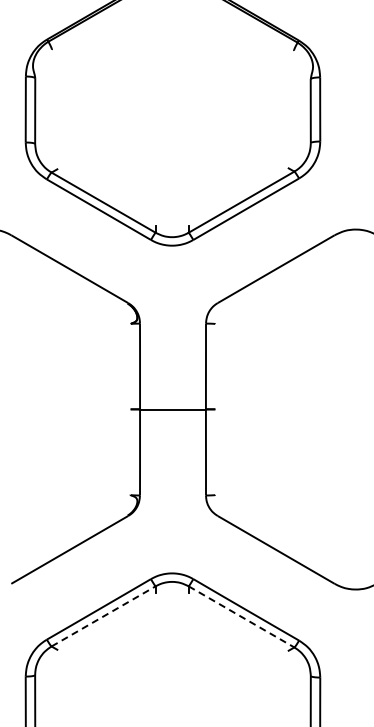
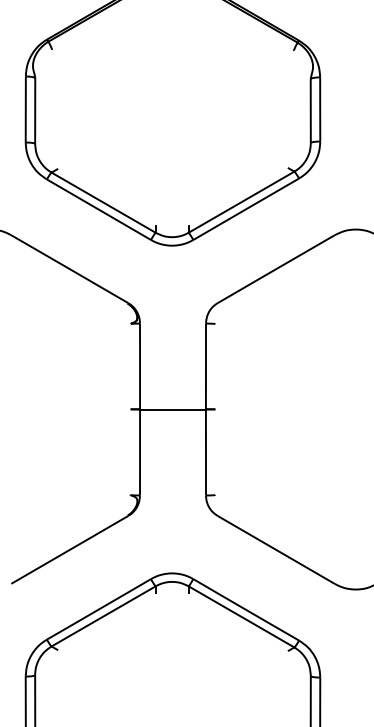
line at (104, 616): dashed -> solid
line at (241, 617): dashed -> solid
